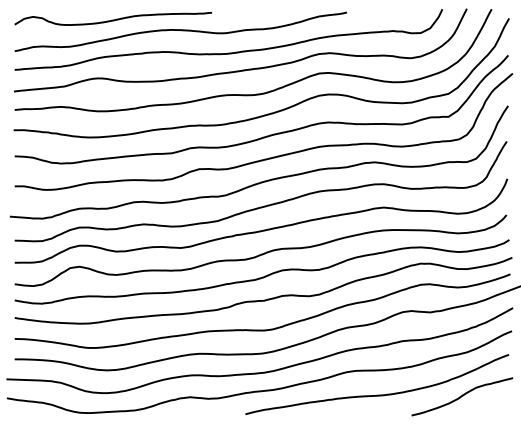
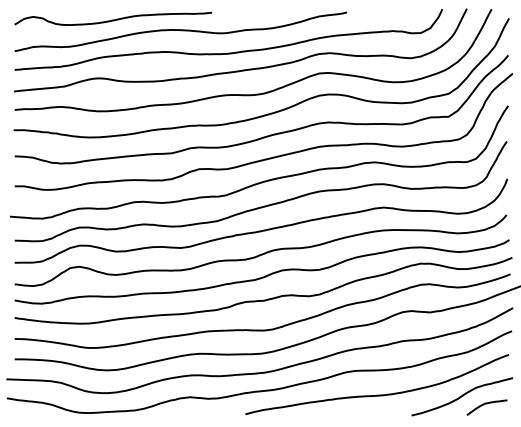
curve at (486, 404): none -> present
